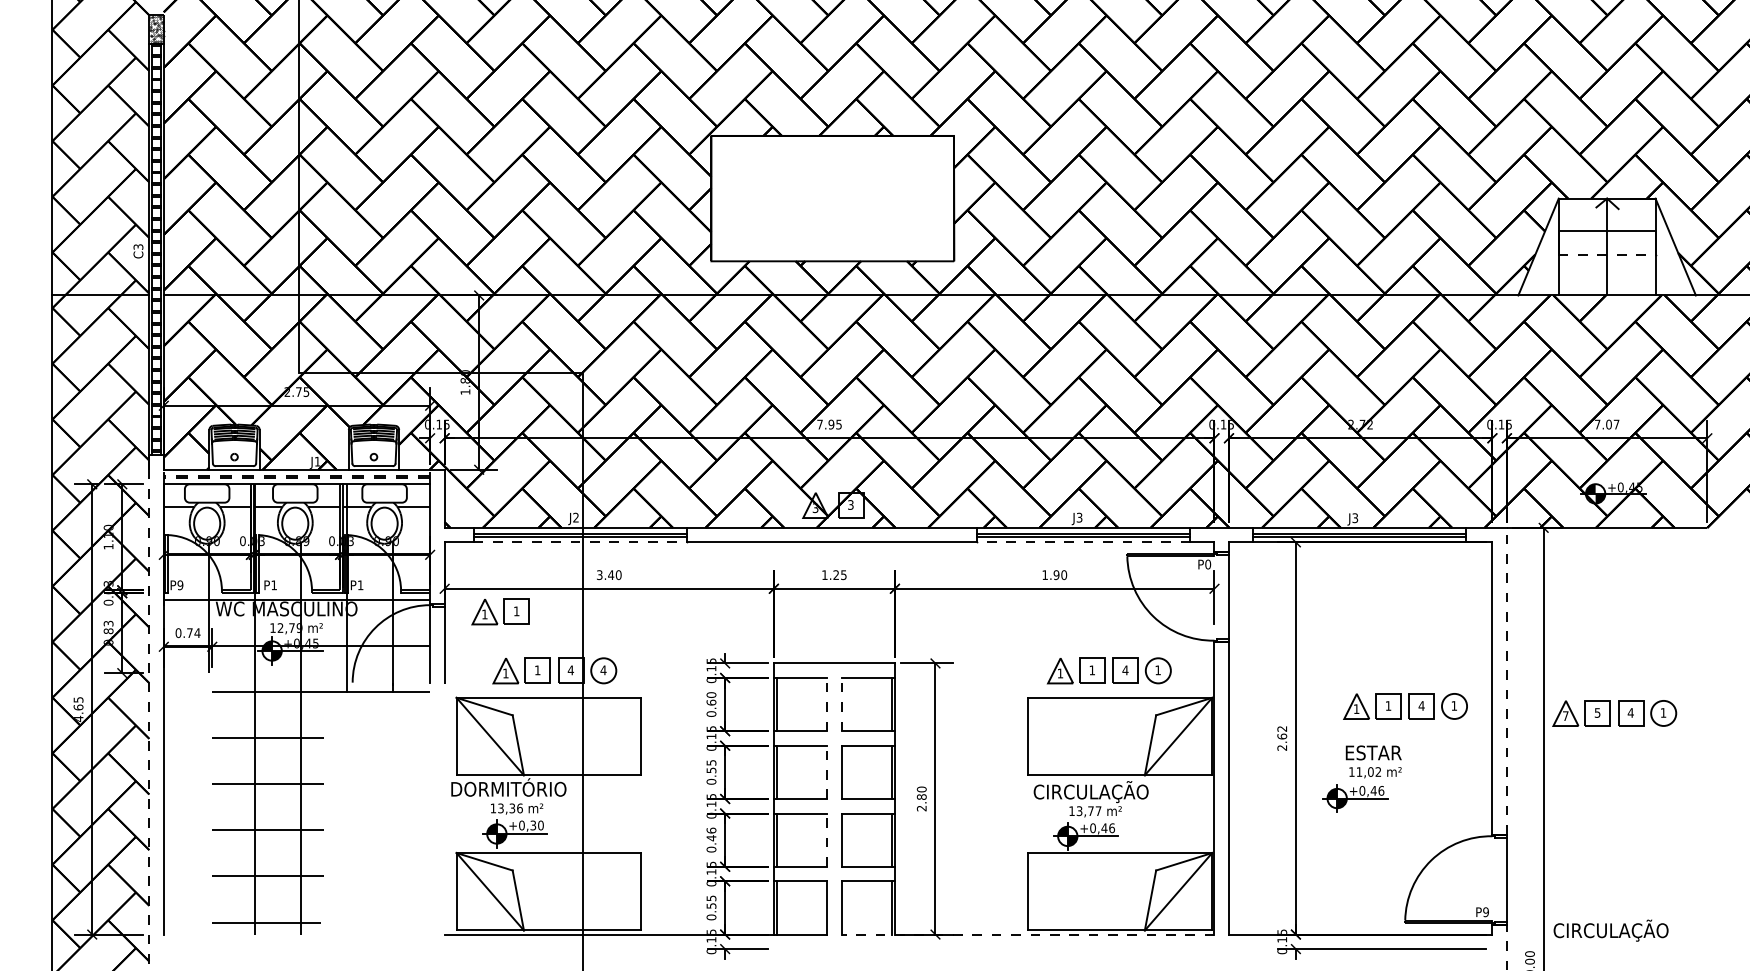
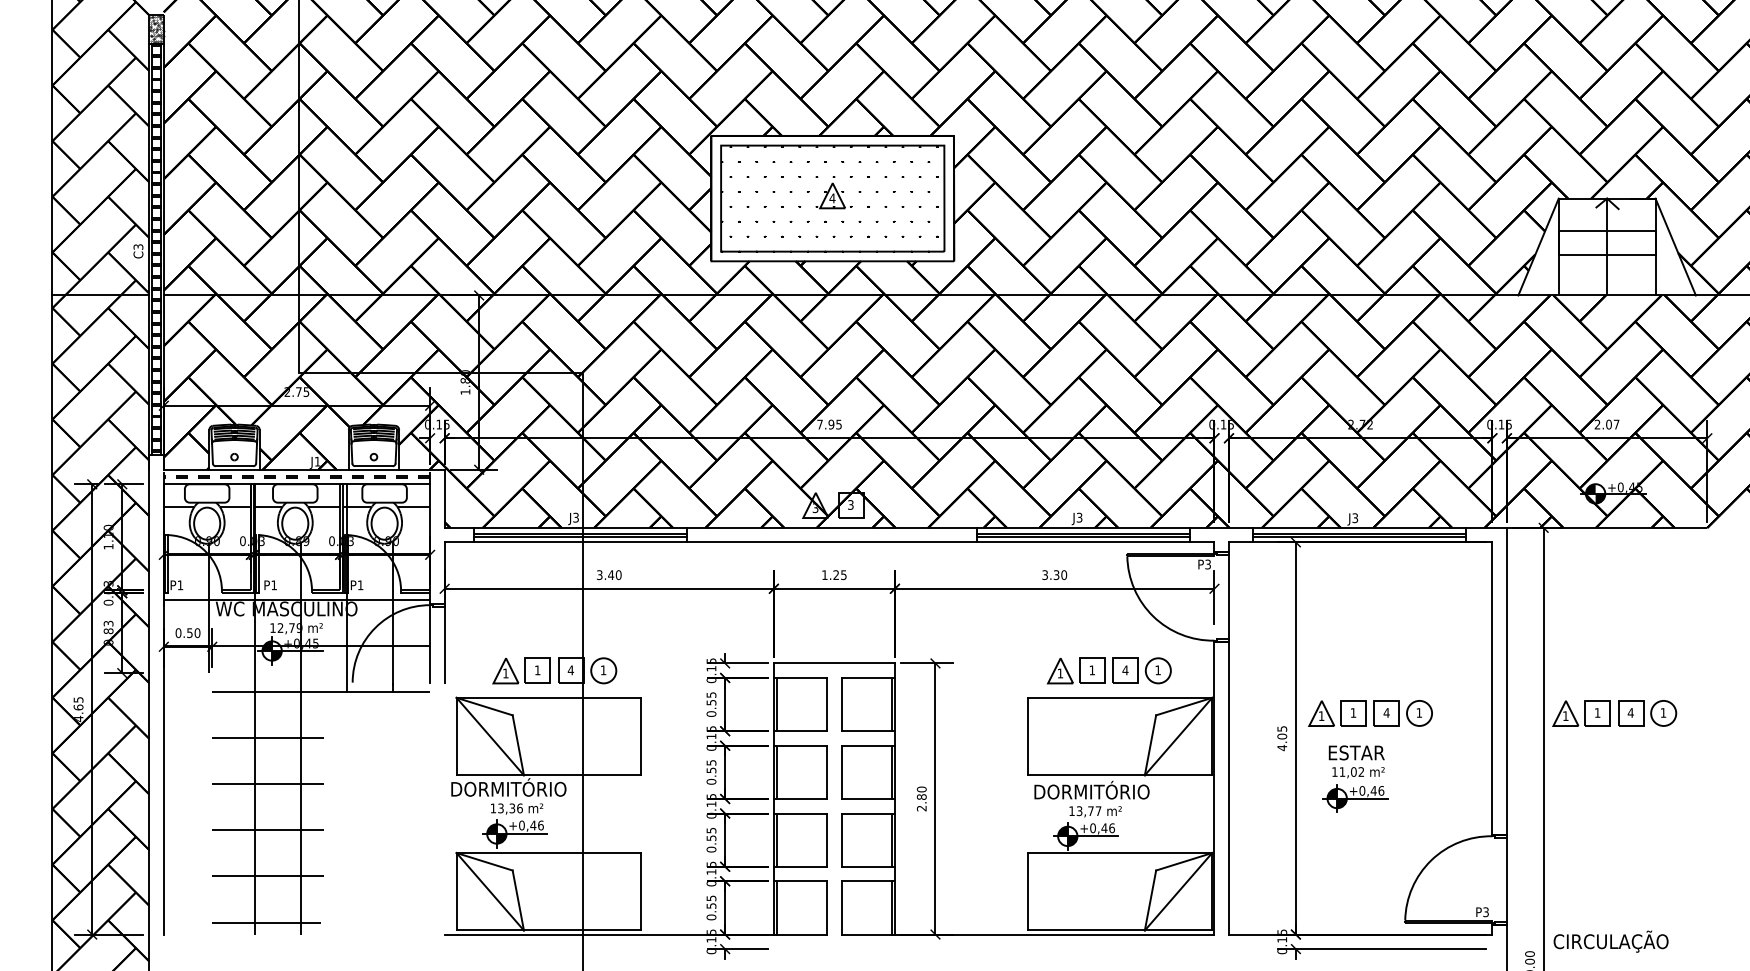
part at (832, 198): none -> present
line at (1607, 255): dashed -> solid
text at (1597, 424): 7.07 -> 2.07
text at (575, 517): J2 -> J3
line at (580, 542): dashed -> solid
line at (1083, 542): dashed -> solid
text at (1208, 564): P0 -> P3
text at (1050, 575): 1.90 -> 3.30
text at (180, 585): P9 -> P1
part at (500, 611): present -> none
text at (193, 633): 0.74 -> 0.50
text at (603, 670): 4 -> 1
line at (1506, 680): dashed -> solid
text at (711, 698): 0.60 -> 0.55
line at (827, 704): dashed -> solid
line at (841, 704): dashed -> solid
part at (1405, 706) position: (1405, 706) -> (1370, 713)
text at (1597, 712): 5 -> 1
text at (1565, 715): 7 -> 1
line at (149, 720): dashed -> solid
text at (1282, 738): 2.62 -> 4.05
text at (1373, 761) position: (1373, 761) -> (1356, 761)
line at (827, 772): dashed -> solid
text at (1091, 791): CIRCULAÇÃO -> DORMITÓRIO
text at (536, 825): +0,30 -> +0,46
text at (711, 834): 0.46 -> 0.55
line at (827, 840): dashed -> solid
text at (1485, 911): P9 -> P3
text at (1610, 930) position: (1610, 930) -> (1610, 941)
line at (1027, 934): dashed -> solid
line at (1506, 947): dashed -> solid
